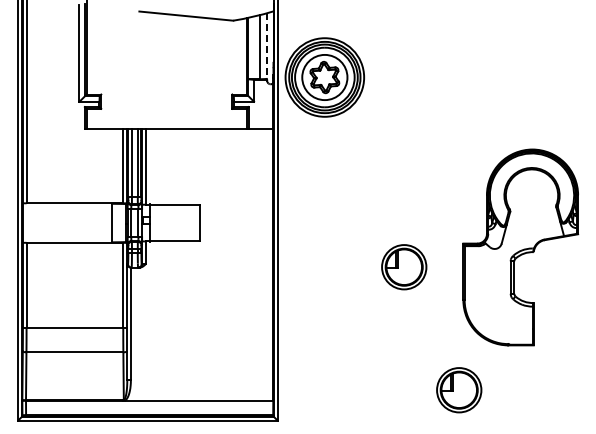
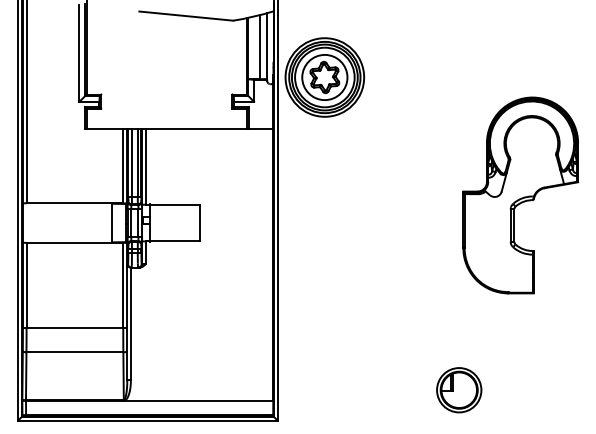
line at (266, 46): dashed -> solid
part at (520, 247) position: (520, 247) -> (520, 195)
part at (404, 267): present -> none
